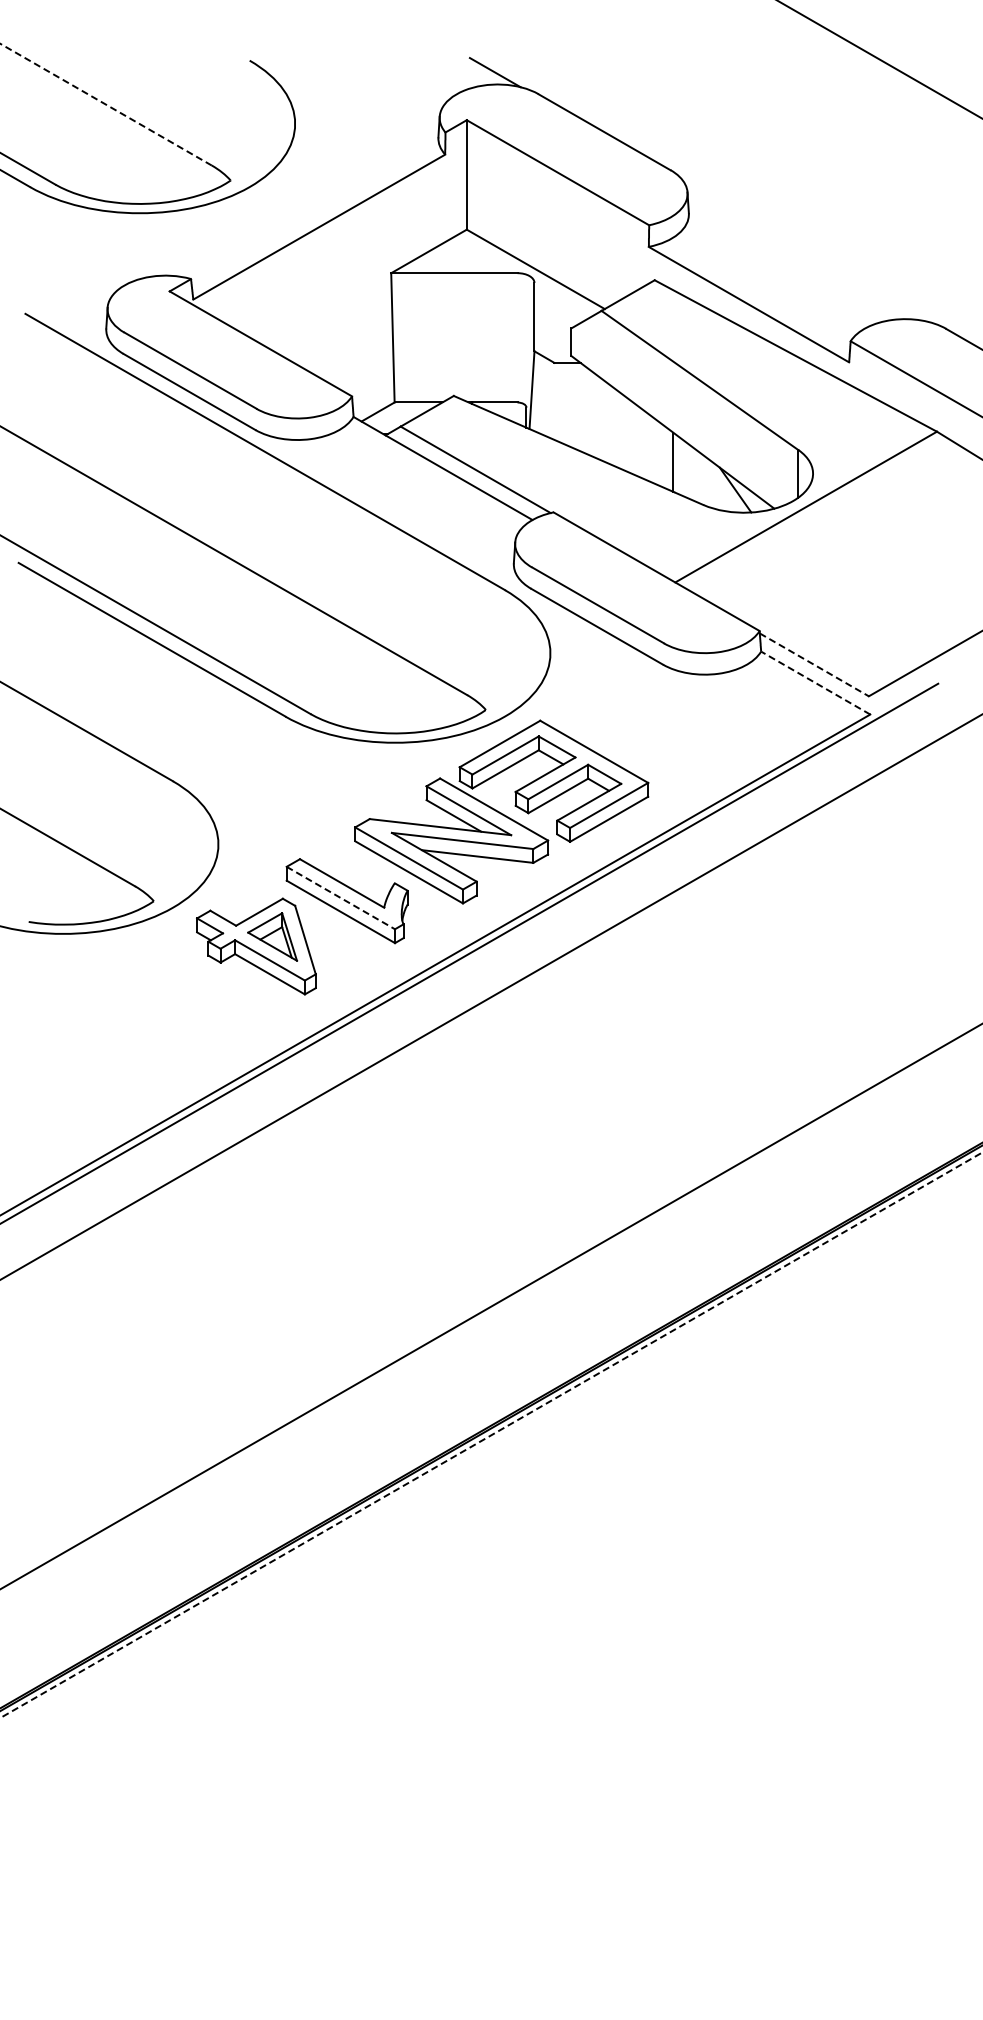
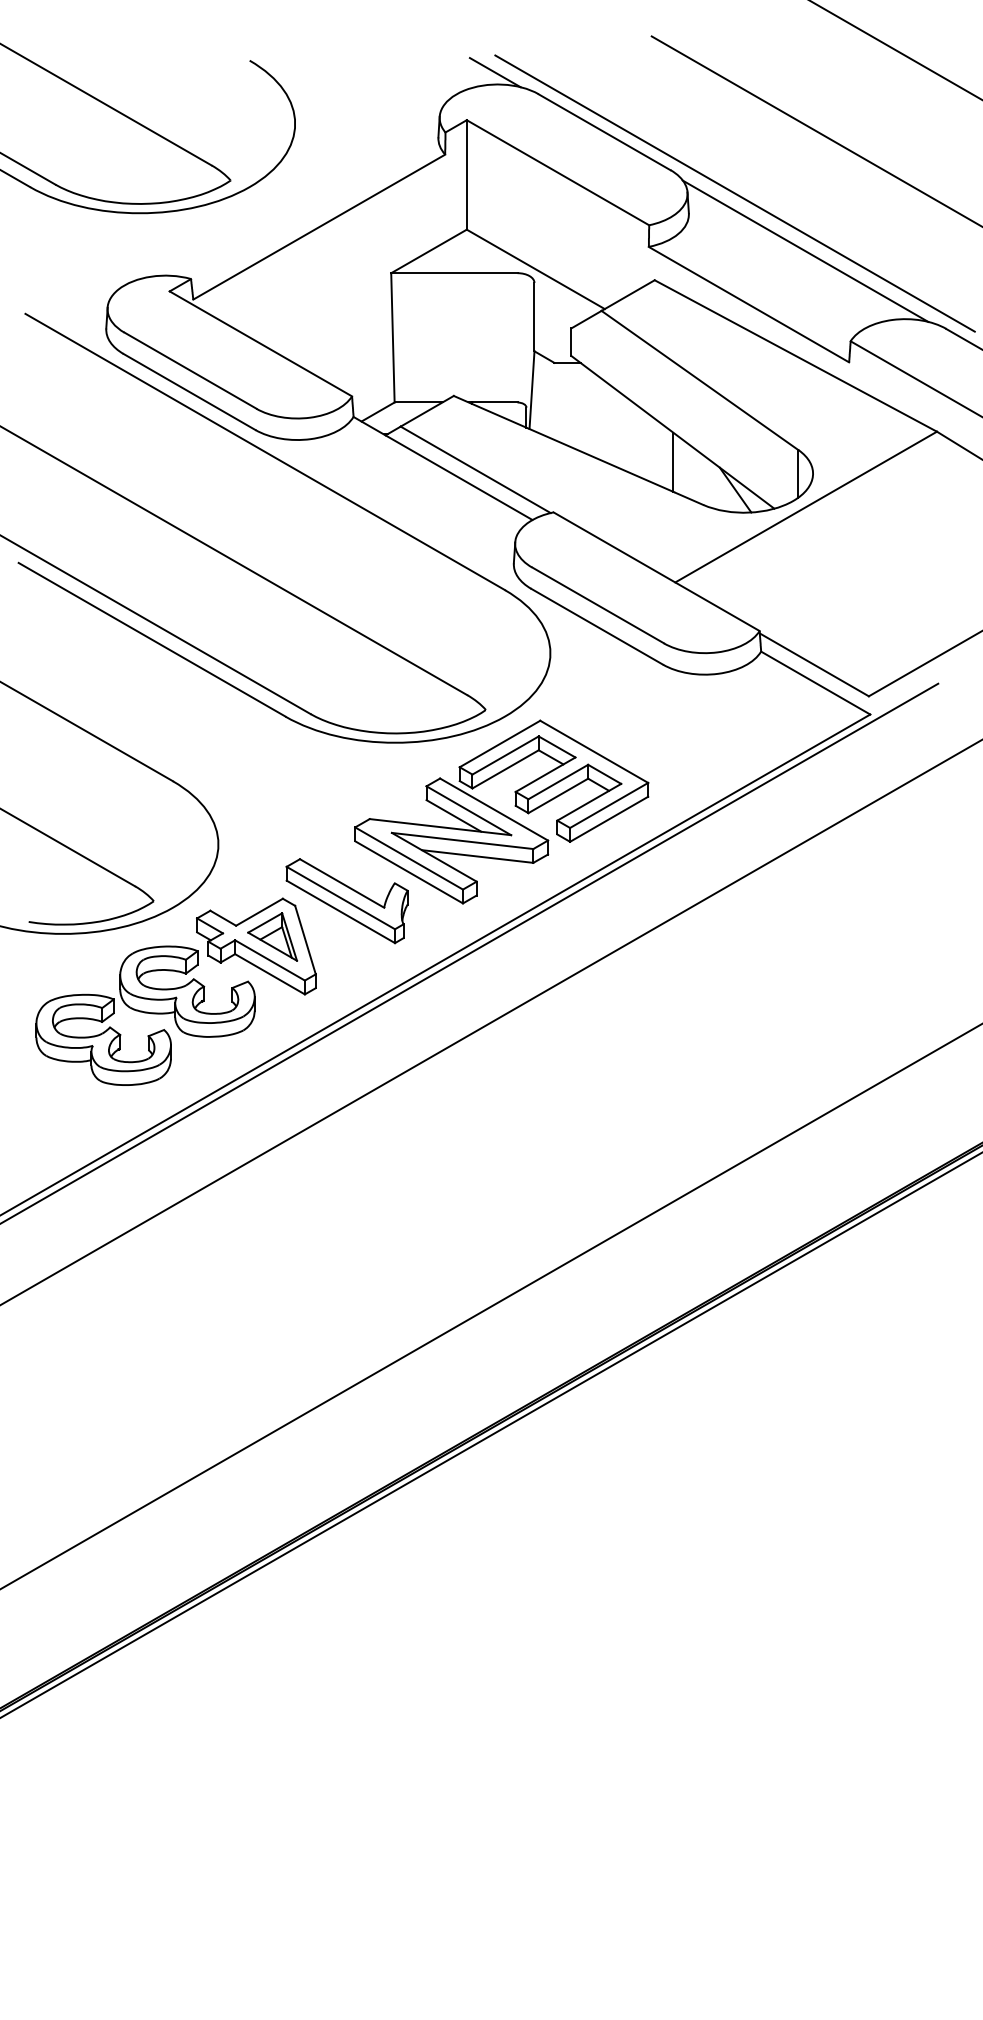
line at (879, 59) position: (879, 59) -> (895, 50)
line at (106, 104): dashed -> solid
line at (815, 130): none -> present
line at (734, 193): none -> present
line at (805, 250): none -> present
line at (814, 664): dashed -> solid
line at (815, 683): dashed -> solid
line at (340, 898): dashed -> solid
line at (490, 996) position: (490, 996) -> (490, 1022)
part at (145, 1015): none -> present
line at (490, 1435): dashed -> solid
